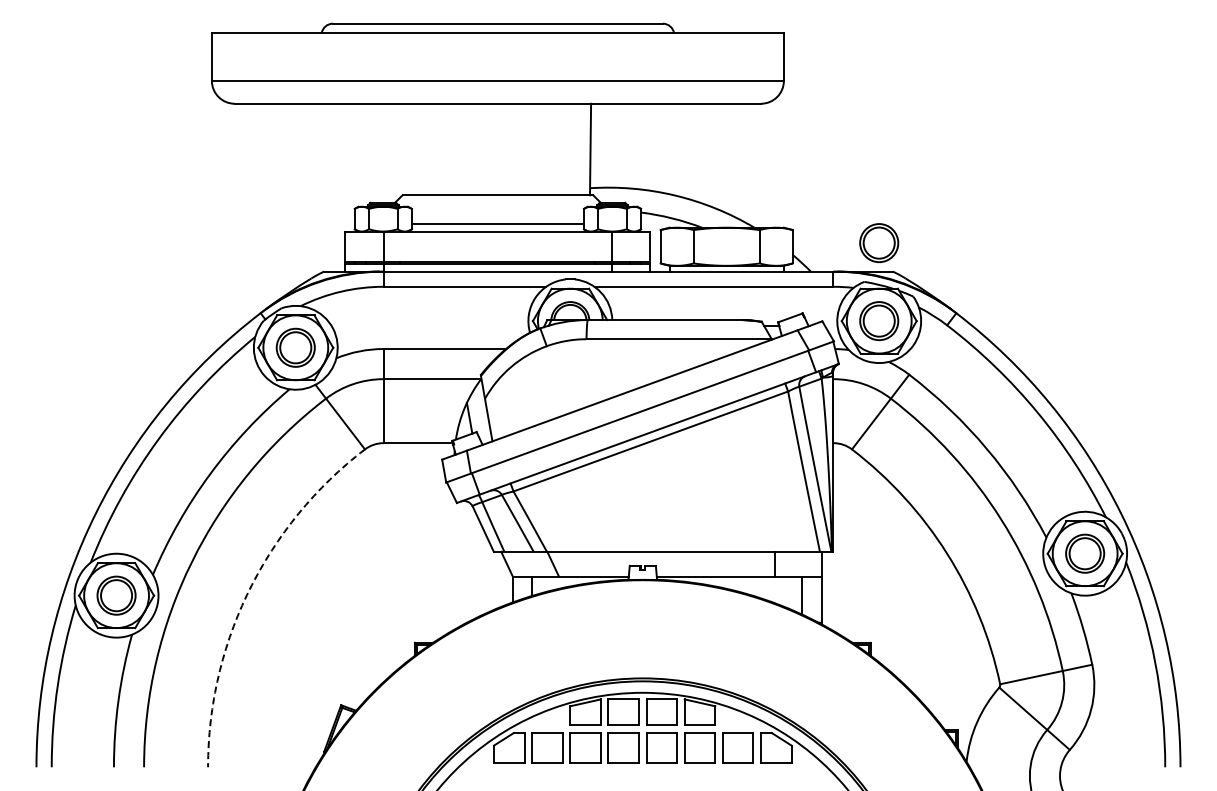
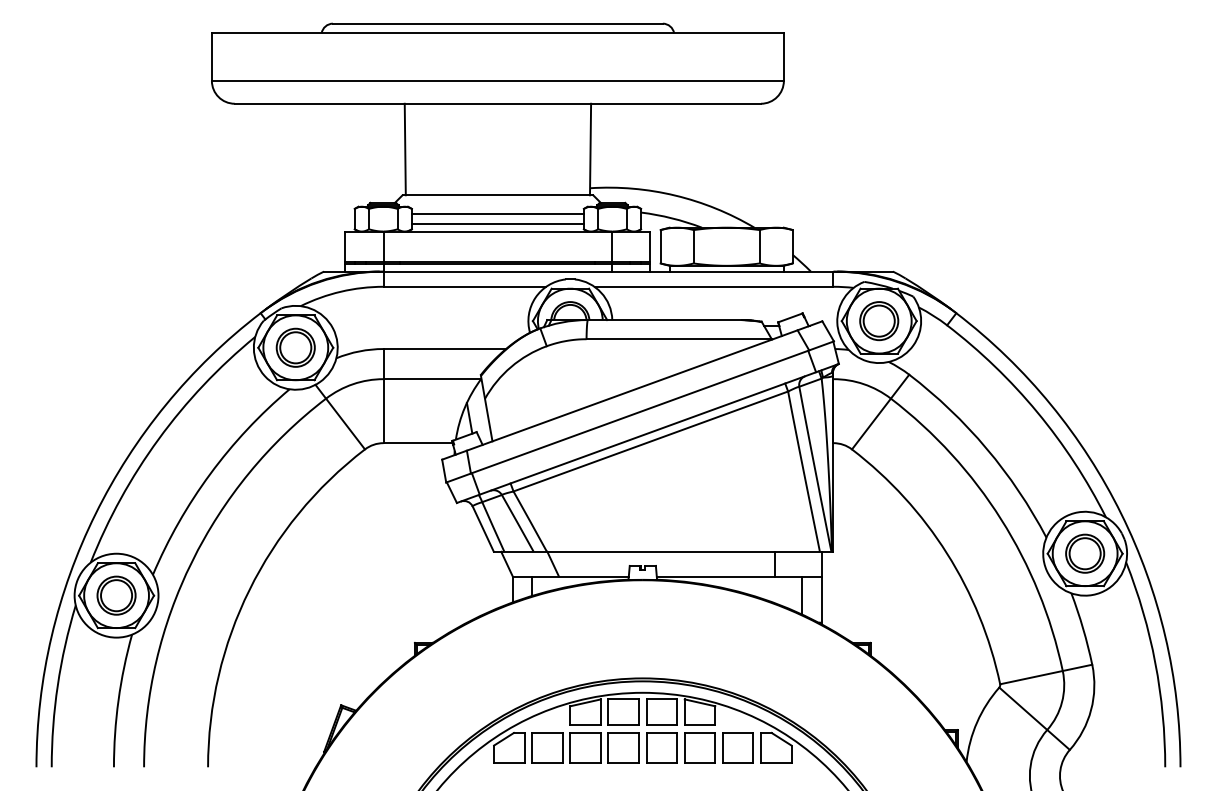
line at (404, 149): none -> present
line at (497, 214): none -> present
part at (879, 243): present -> none
arc at (249, 590): dashed -> solid
